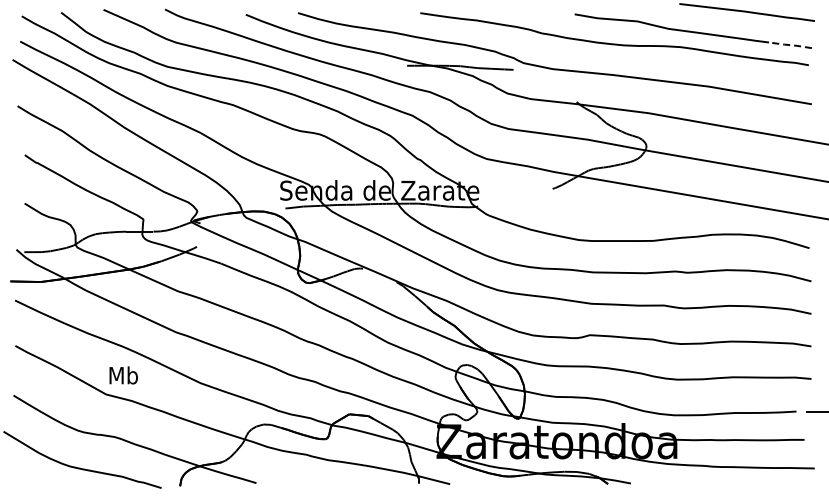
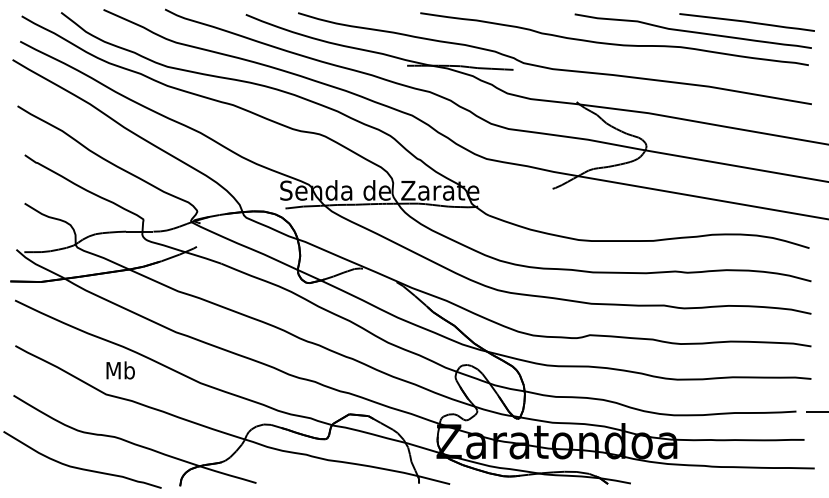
line at (746, 12) position: (746, 12) -> (746, 22)
line at (790, 45): dashed -> solid
text at (123, 375) position: (123, 375) -> (120, 370)
